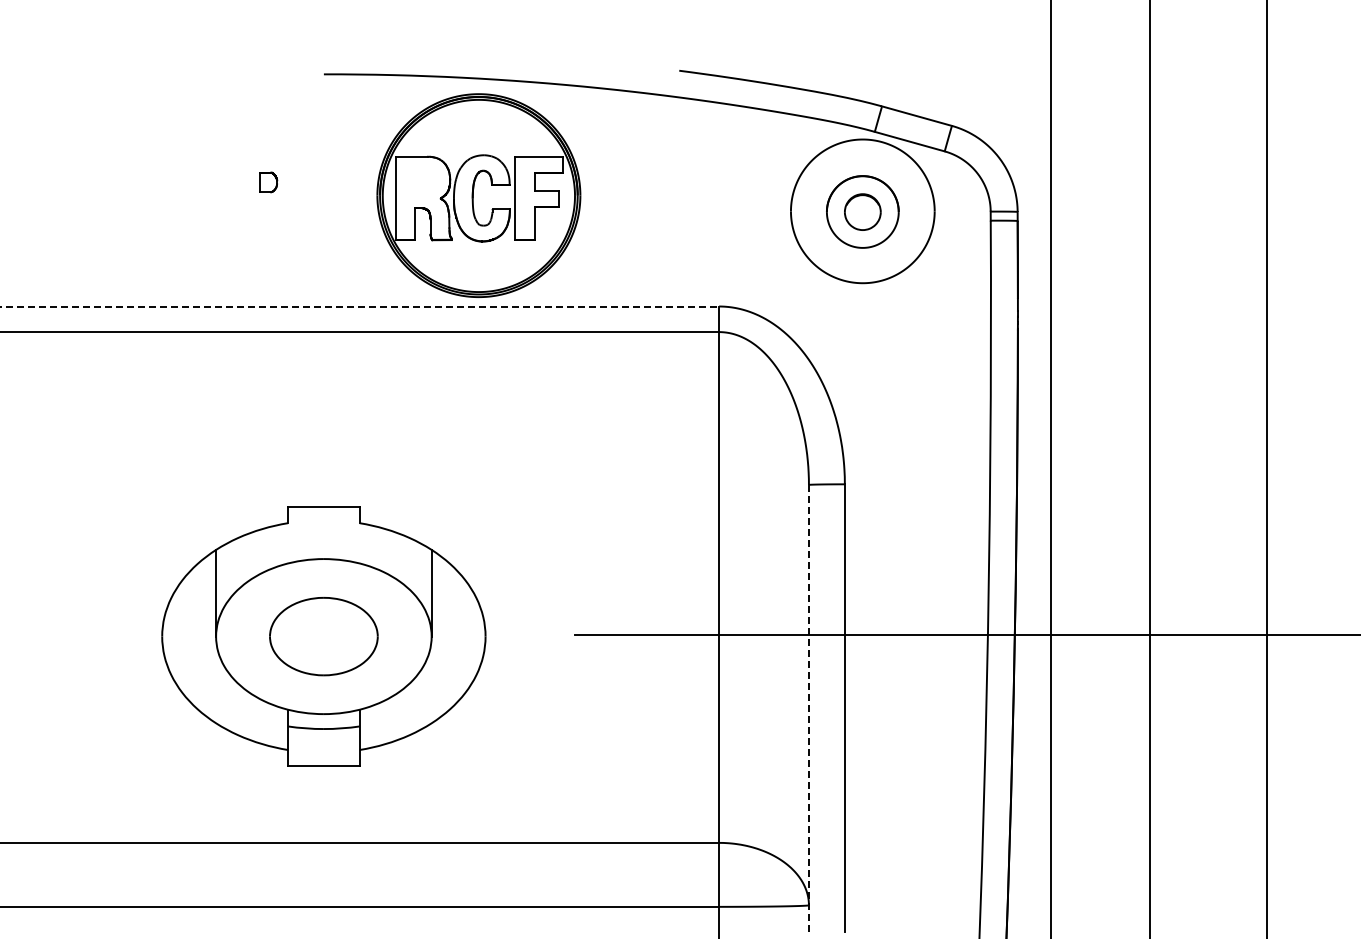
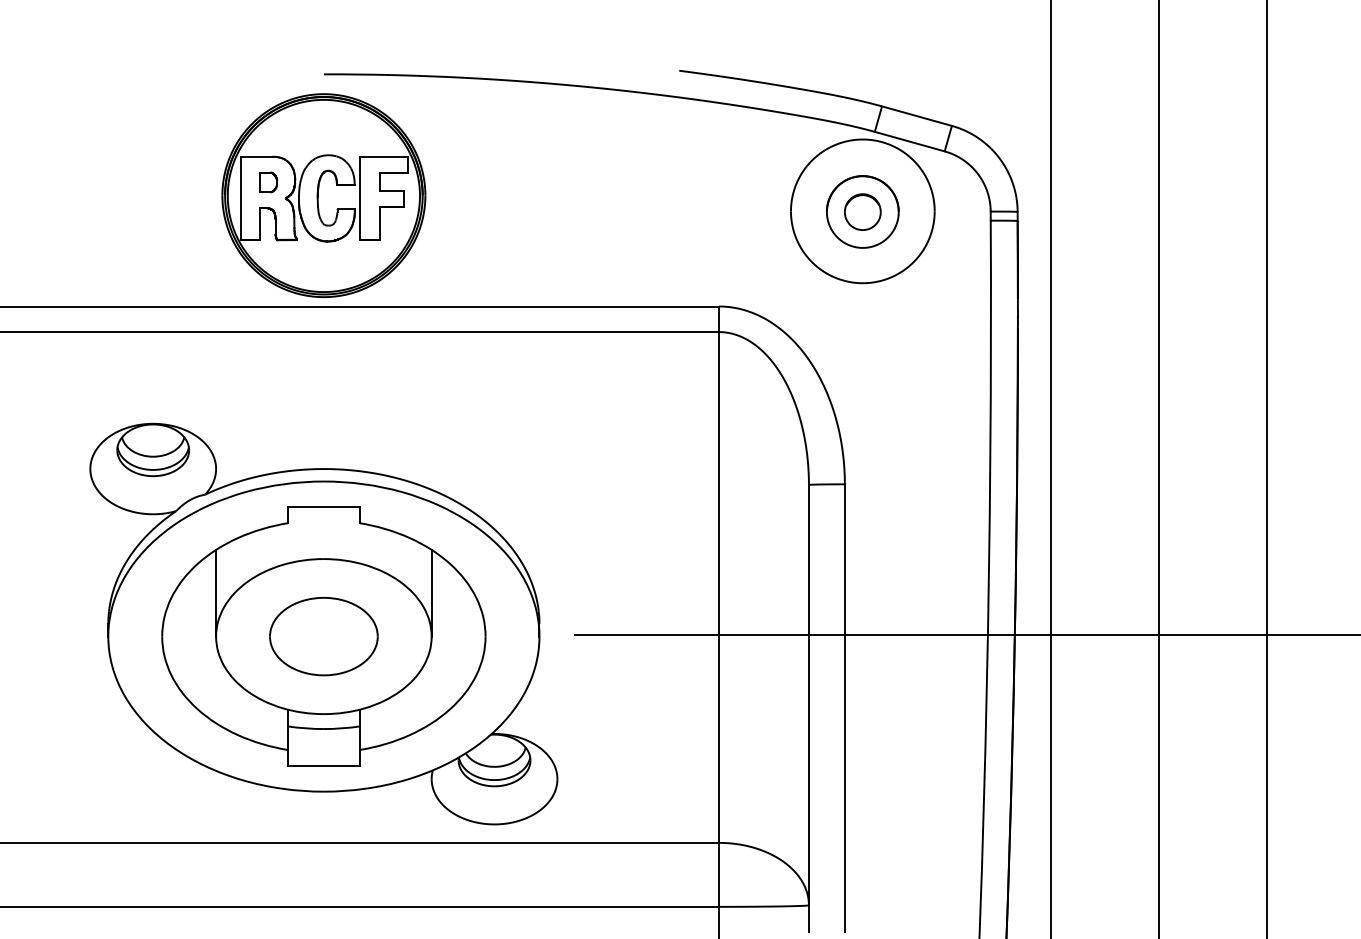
part at (478, 195) position: (478, 195) -> (323, 195)
line at (360, 306): dashed -> solid
line at (1150, 468) position: (1150, 468) -> (1159, 468)
part at (323, 623): none -> present
line at (808, 708): dashed -> solid
